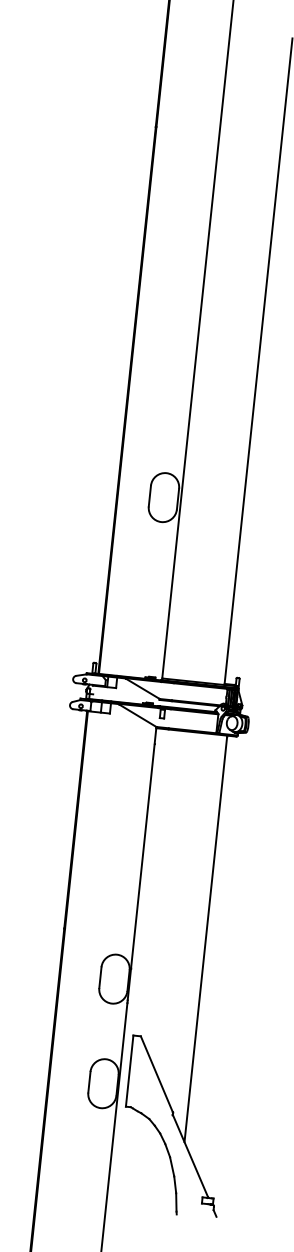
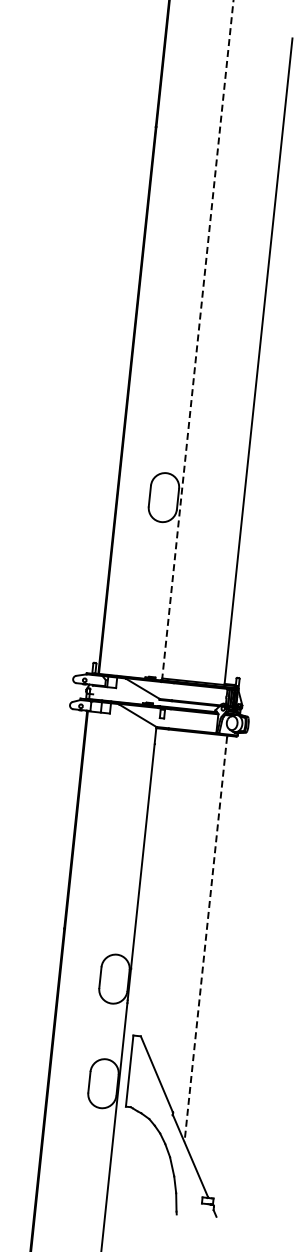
line at (197, 340): solid -> dashed
line at (205, 939): solid -> dashed
